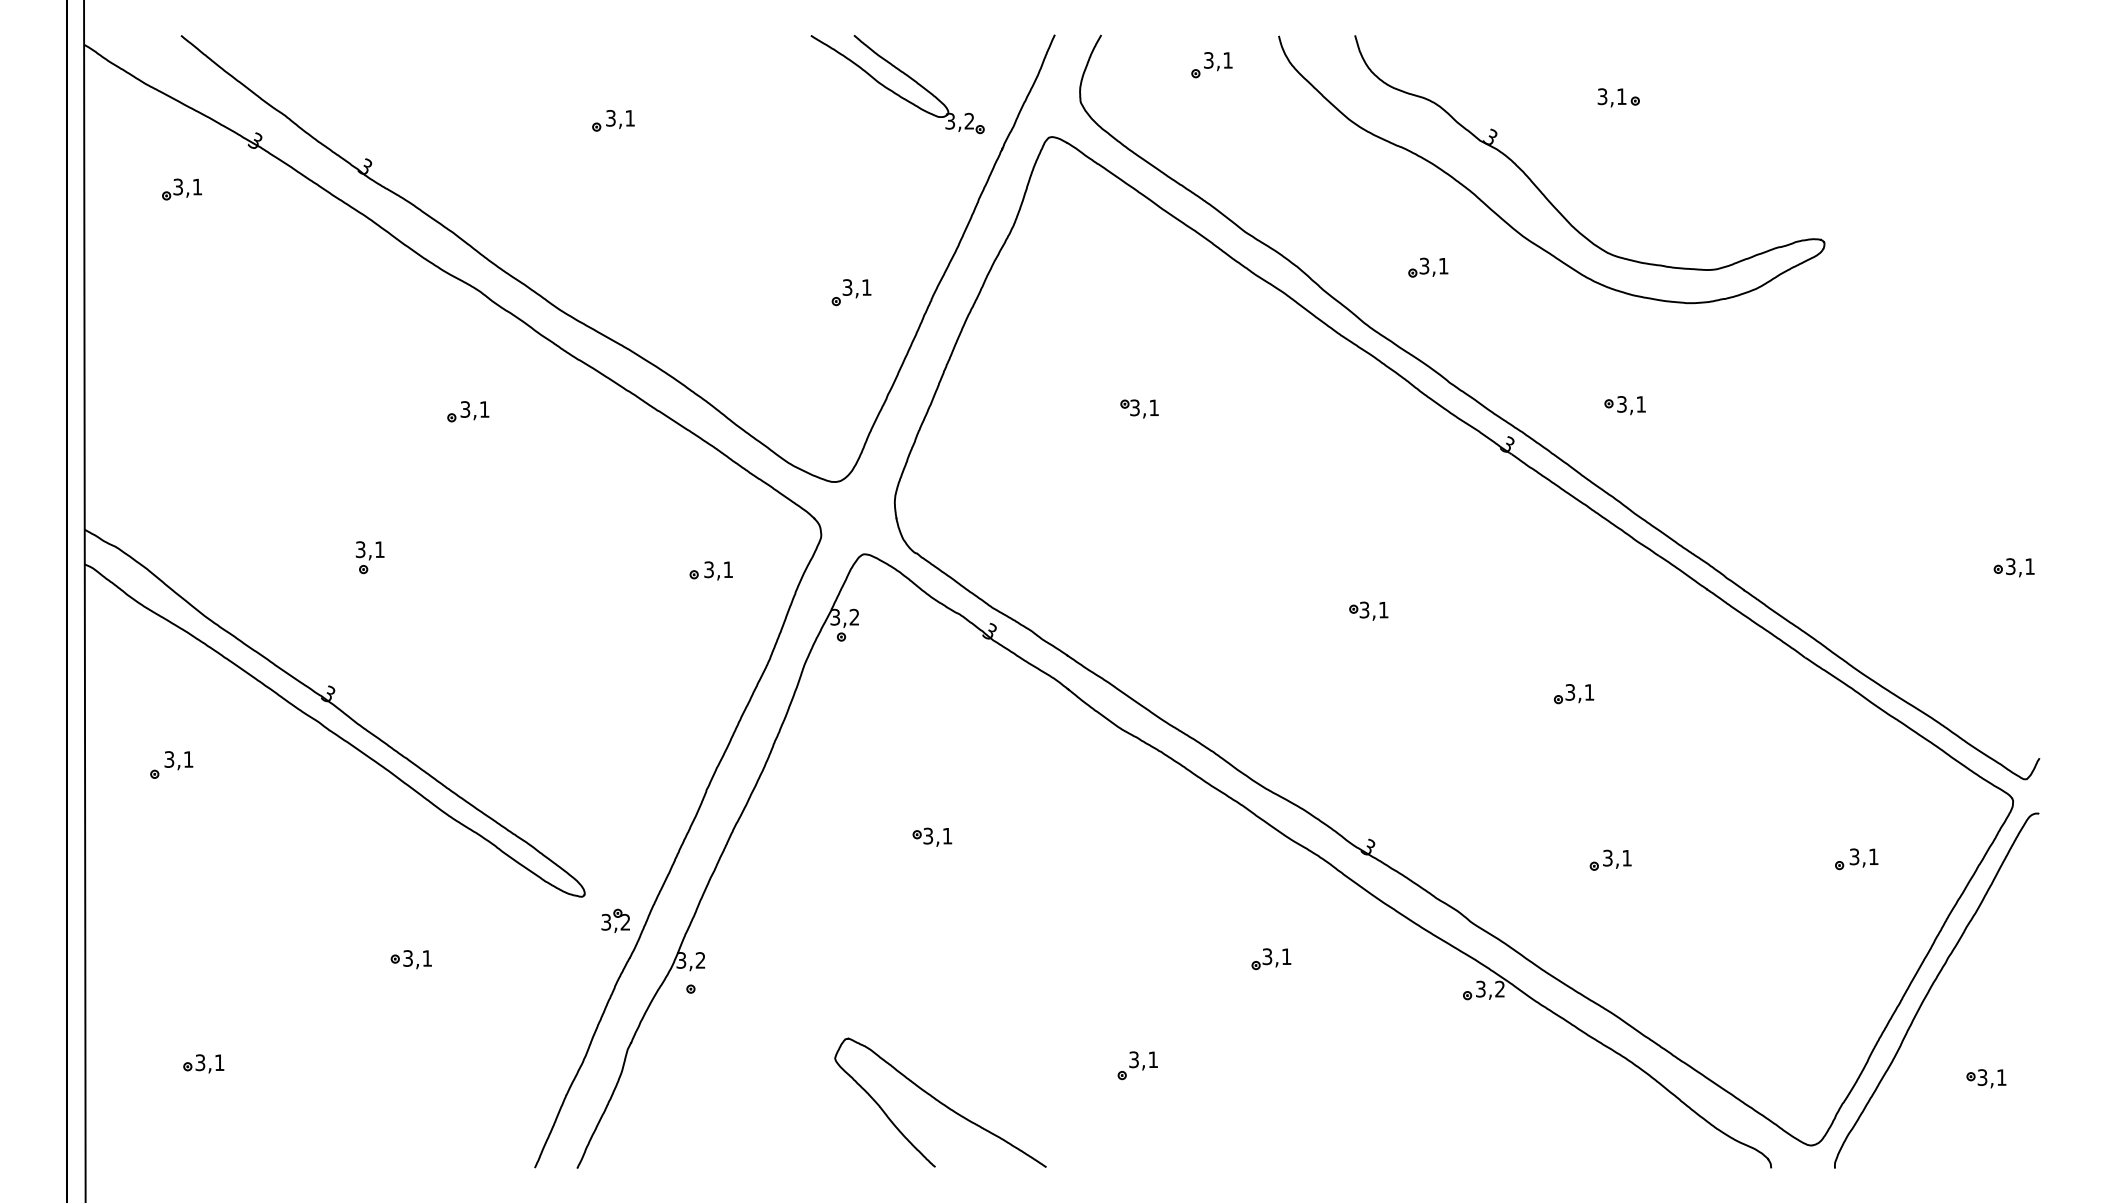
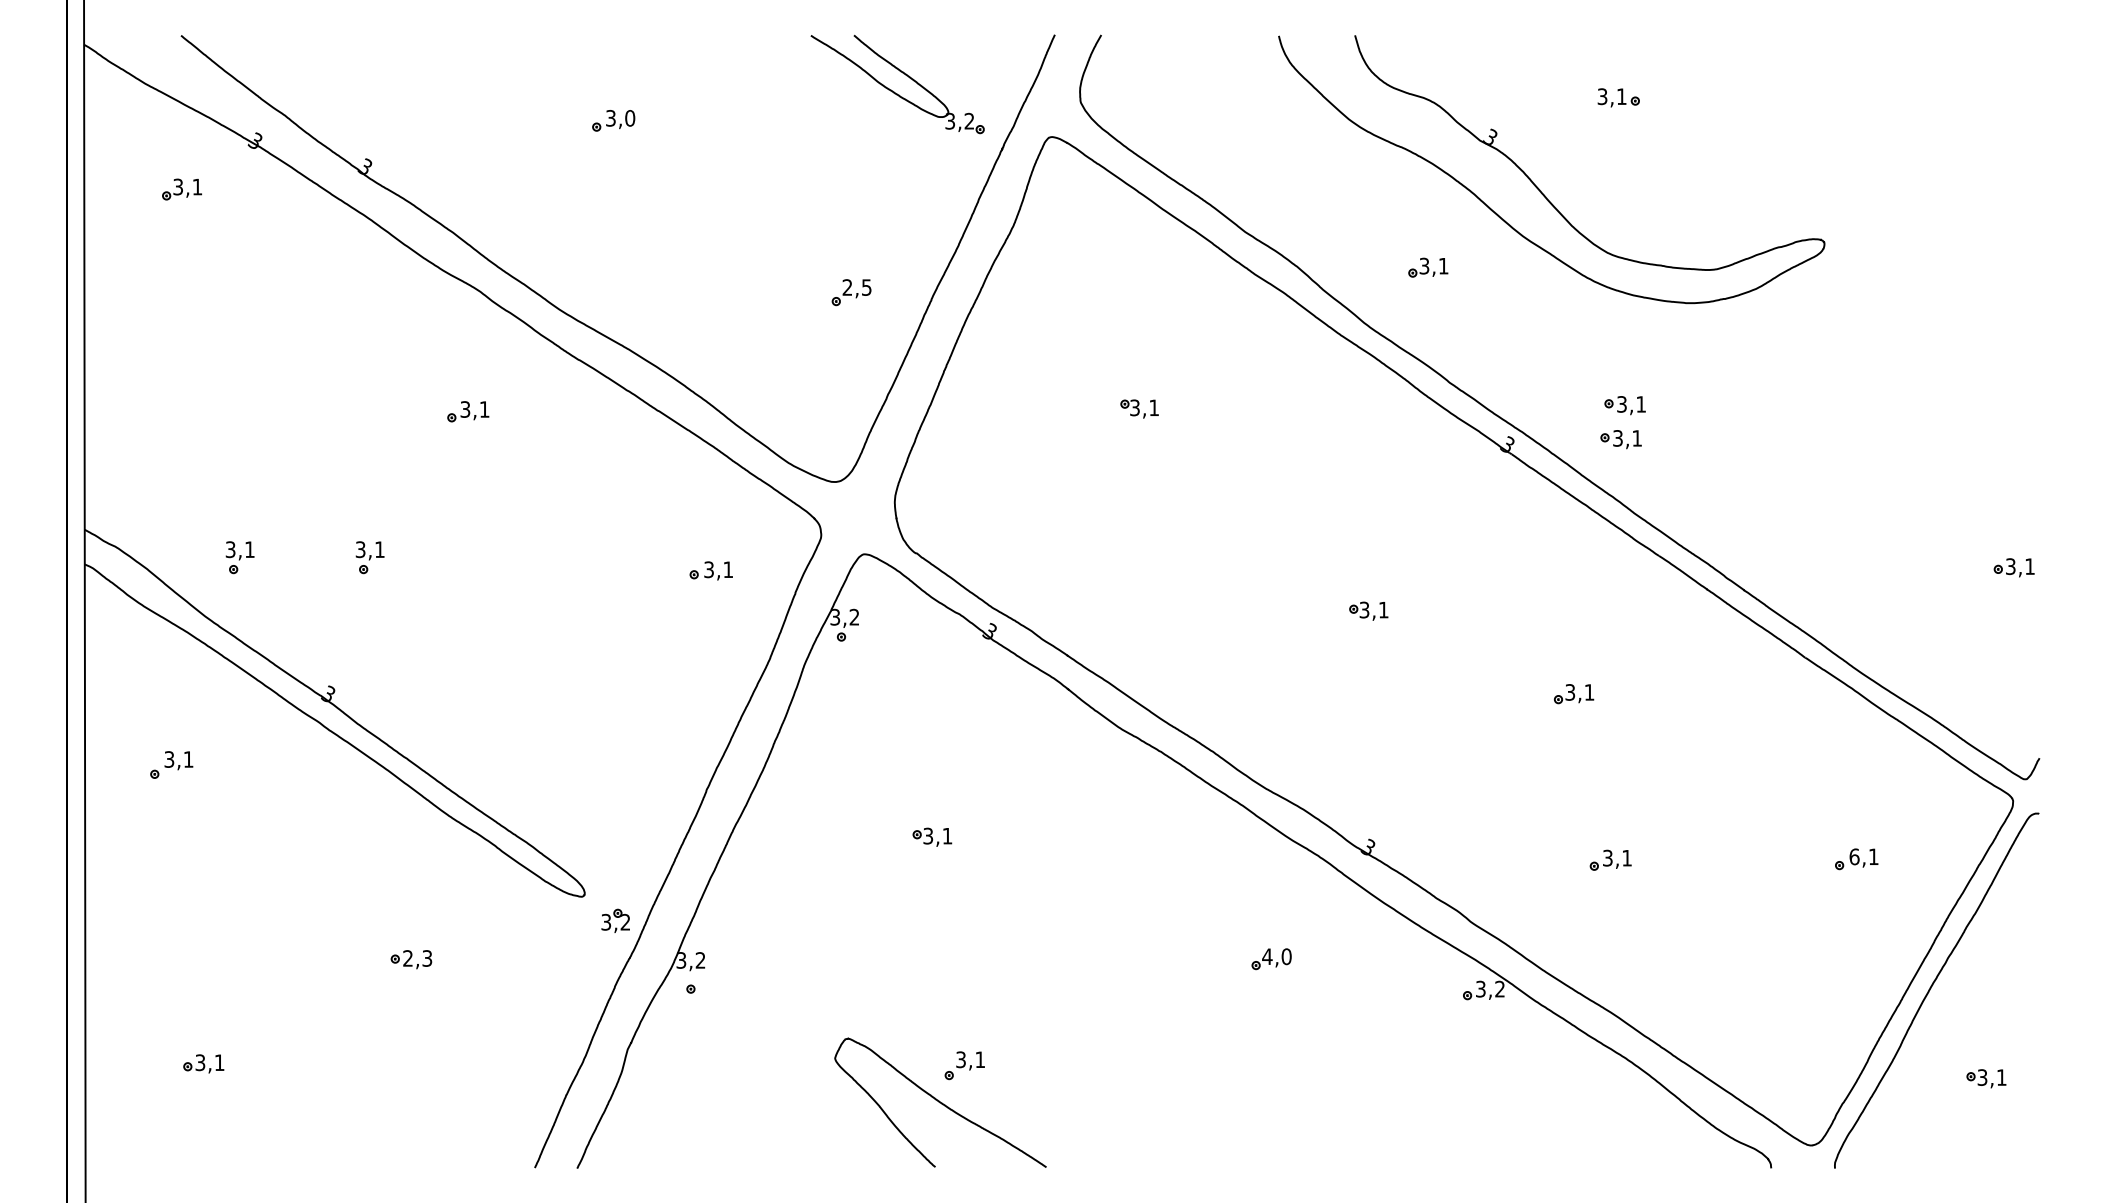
part at (1211, 65): present -> none
text at (630, 118): 3,1 -> 3,0
text at (856, 287): 3,1 -> 2,5
part at (1620, 439): none -> present
part at (239, 557): none -> present
text at (1854, 856): 3,1 -> 6,1
text at (1276, 956): 3,1 -> 4,0
text at (417, 958): 3,1 -> 2,3
part at (1137, 1065) position: (1137, 1065) -> (964, 1065)
